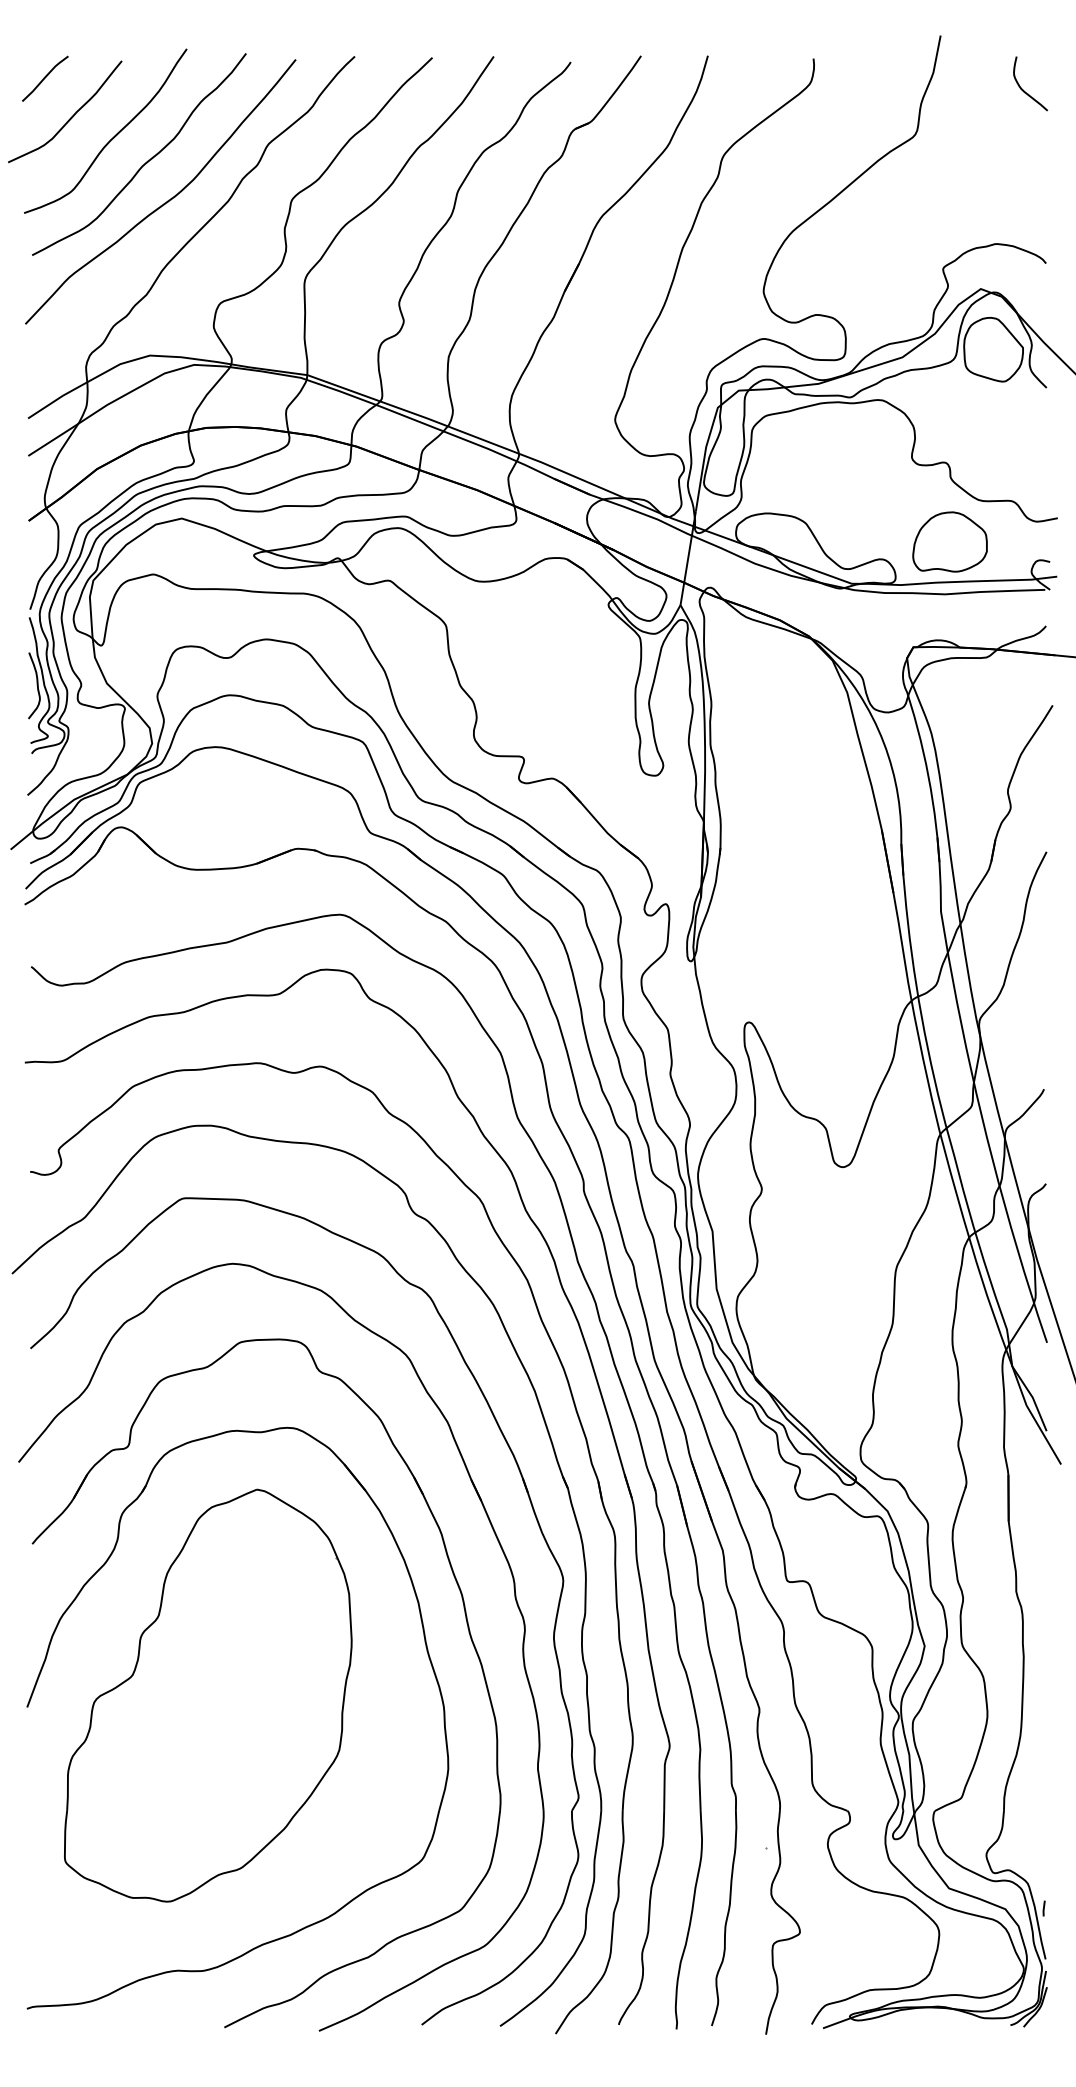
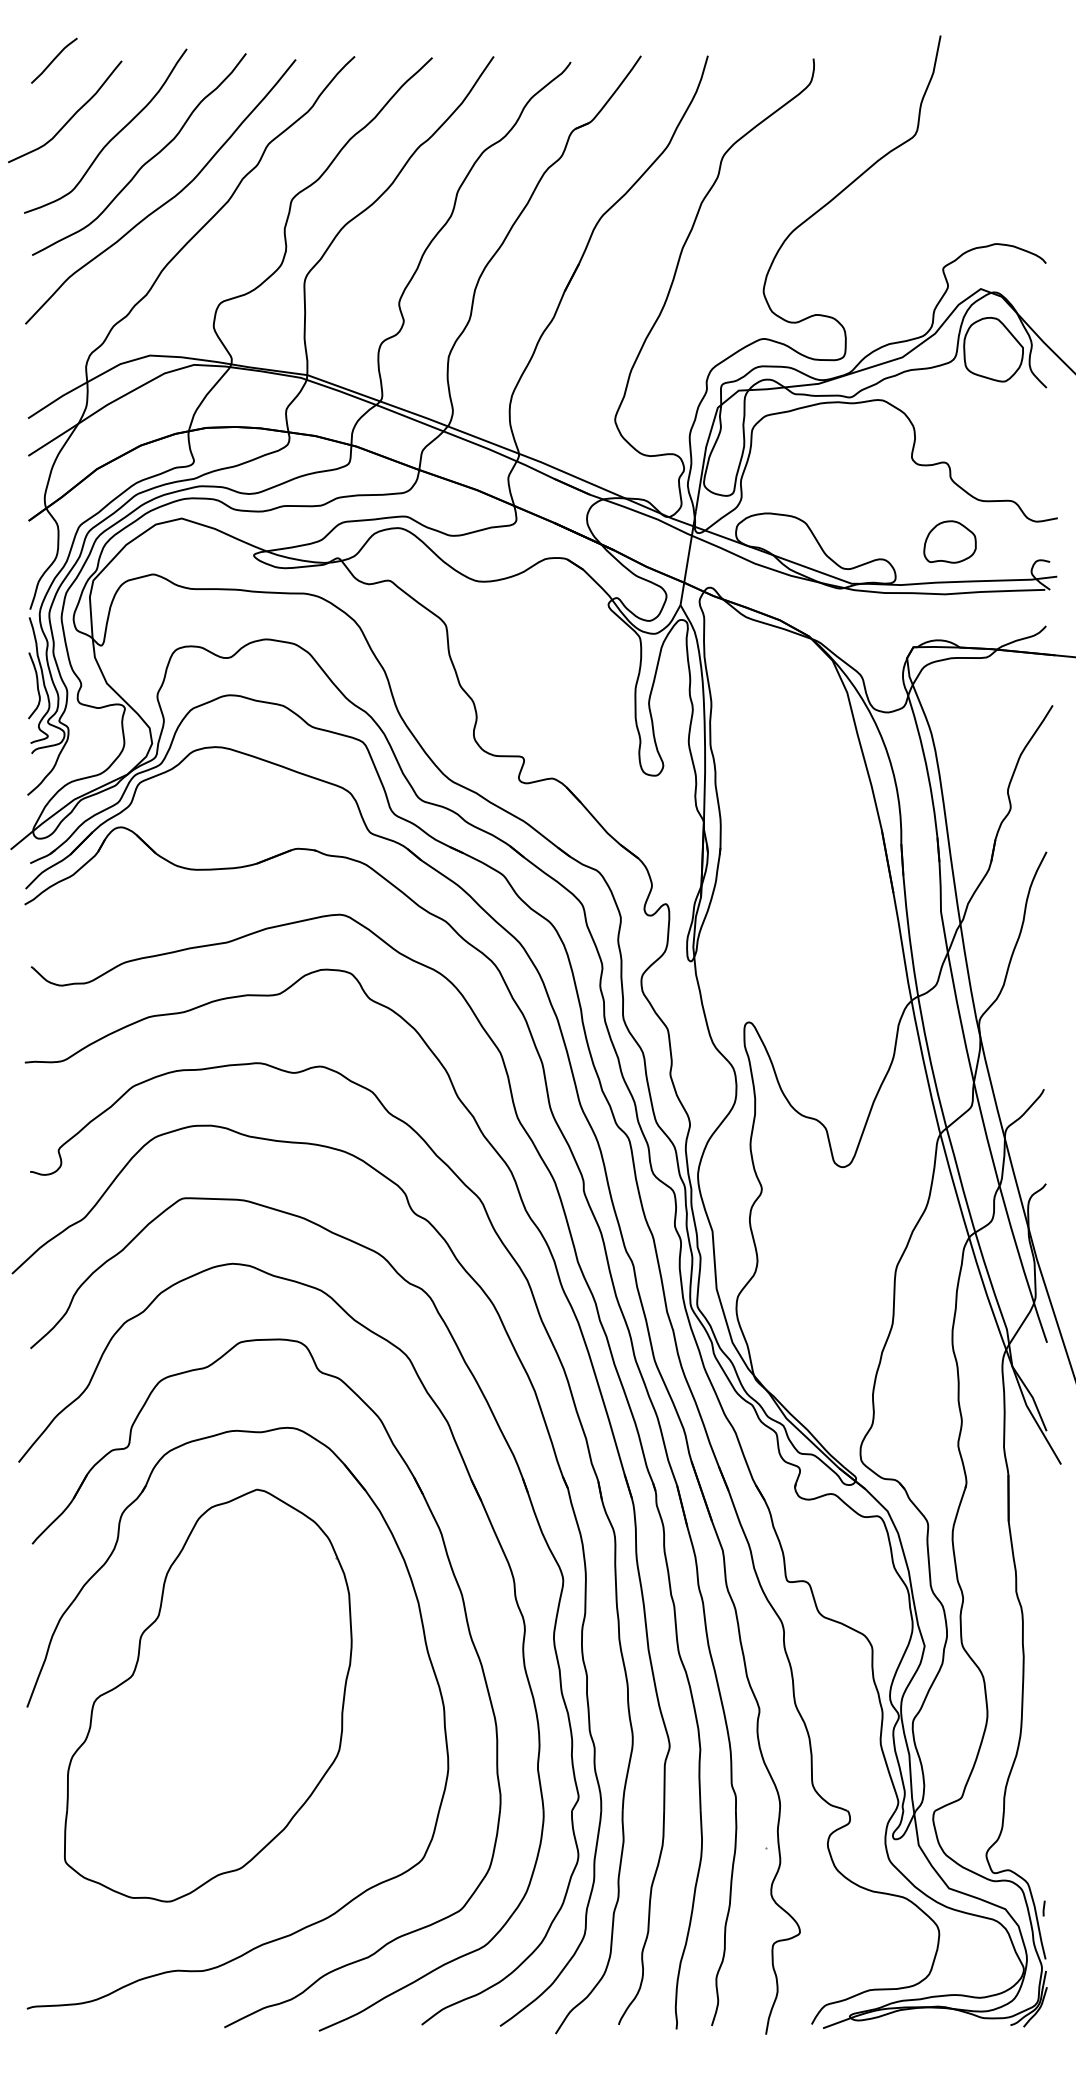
curve at (45, 78) position: (45, 78) -> (54, 60)
curve at (1023, 89): present -> none
part at (949, 541) size: 76x62 px -> 54x44 px
